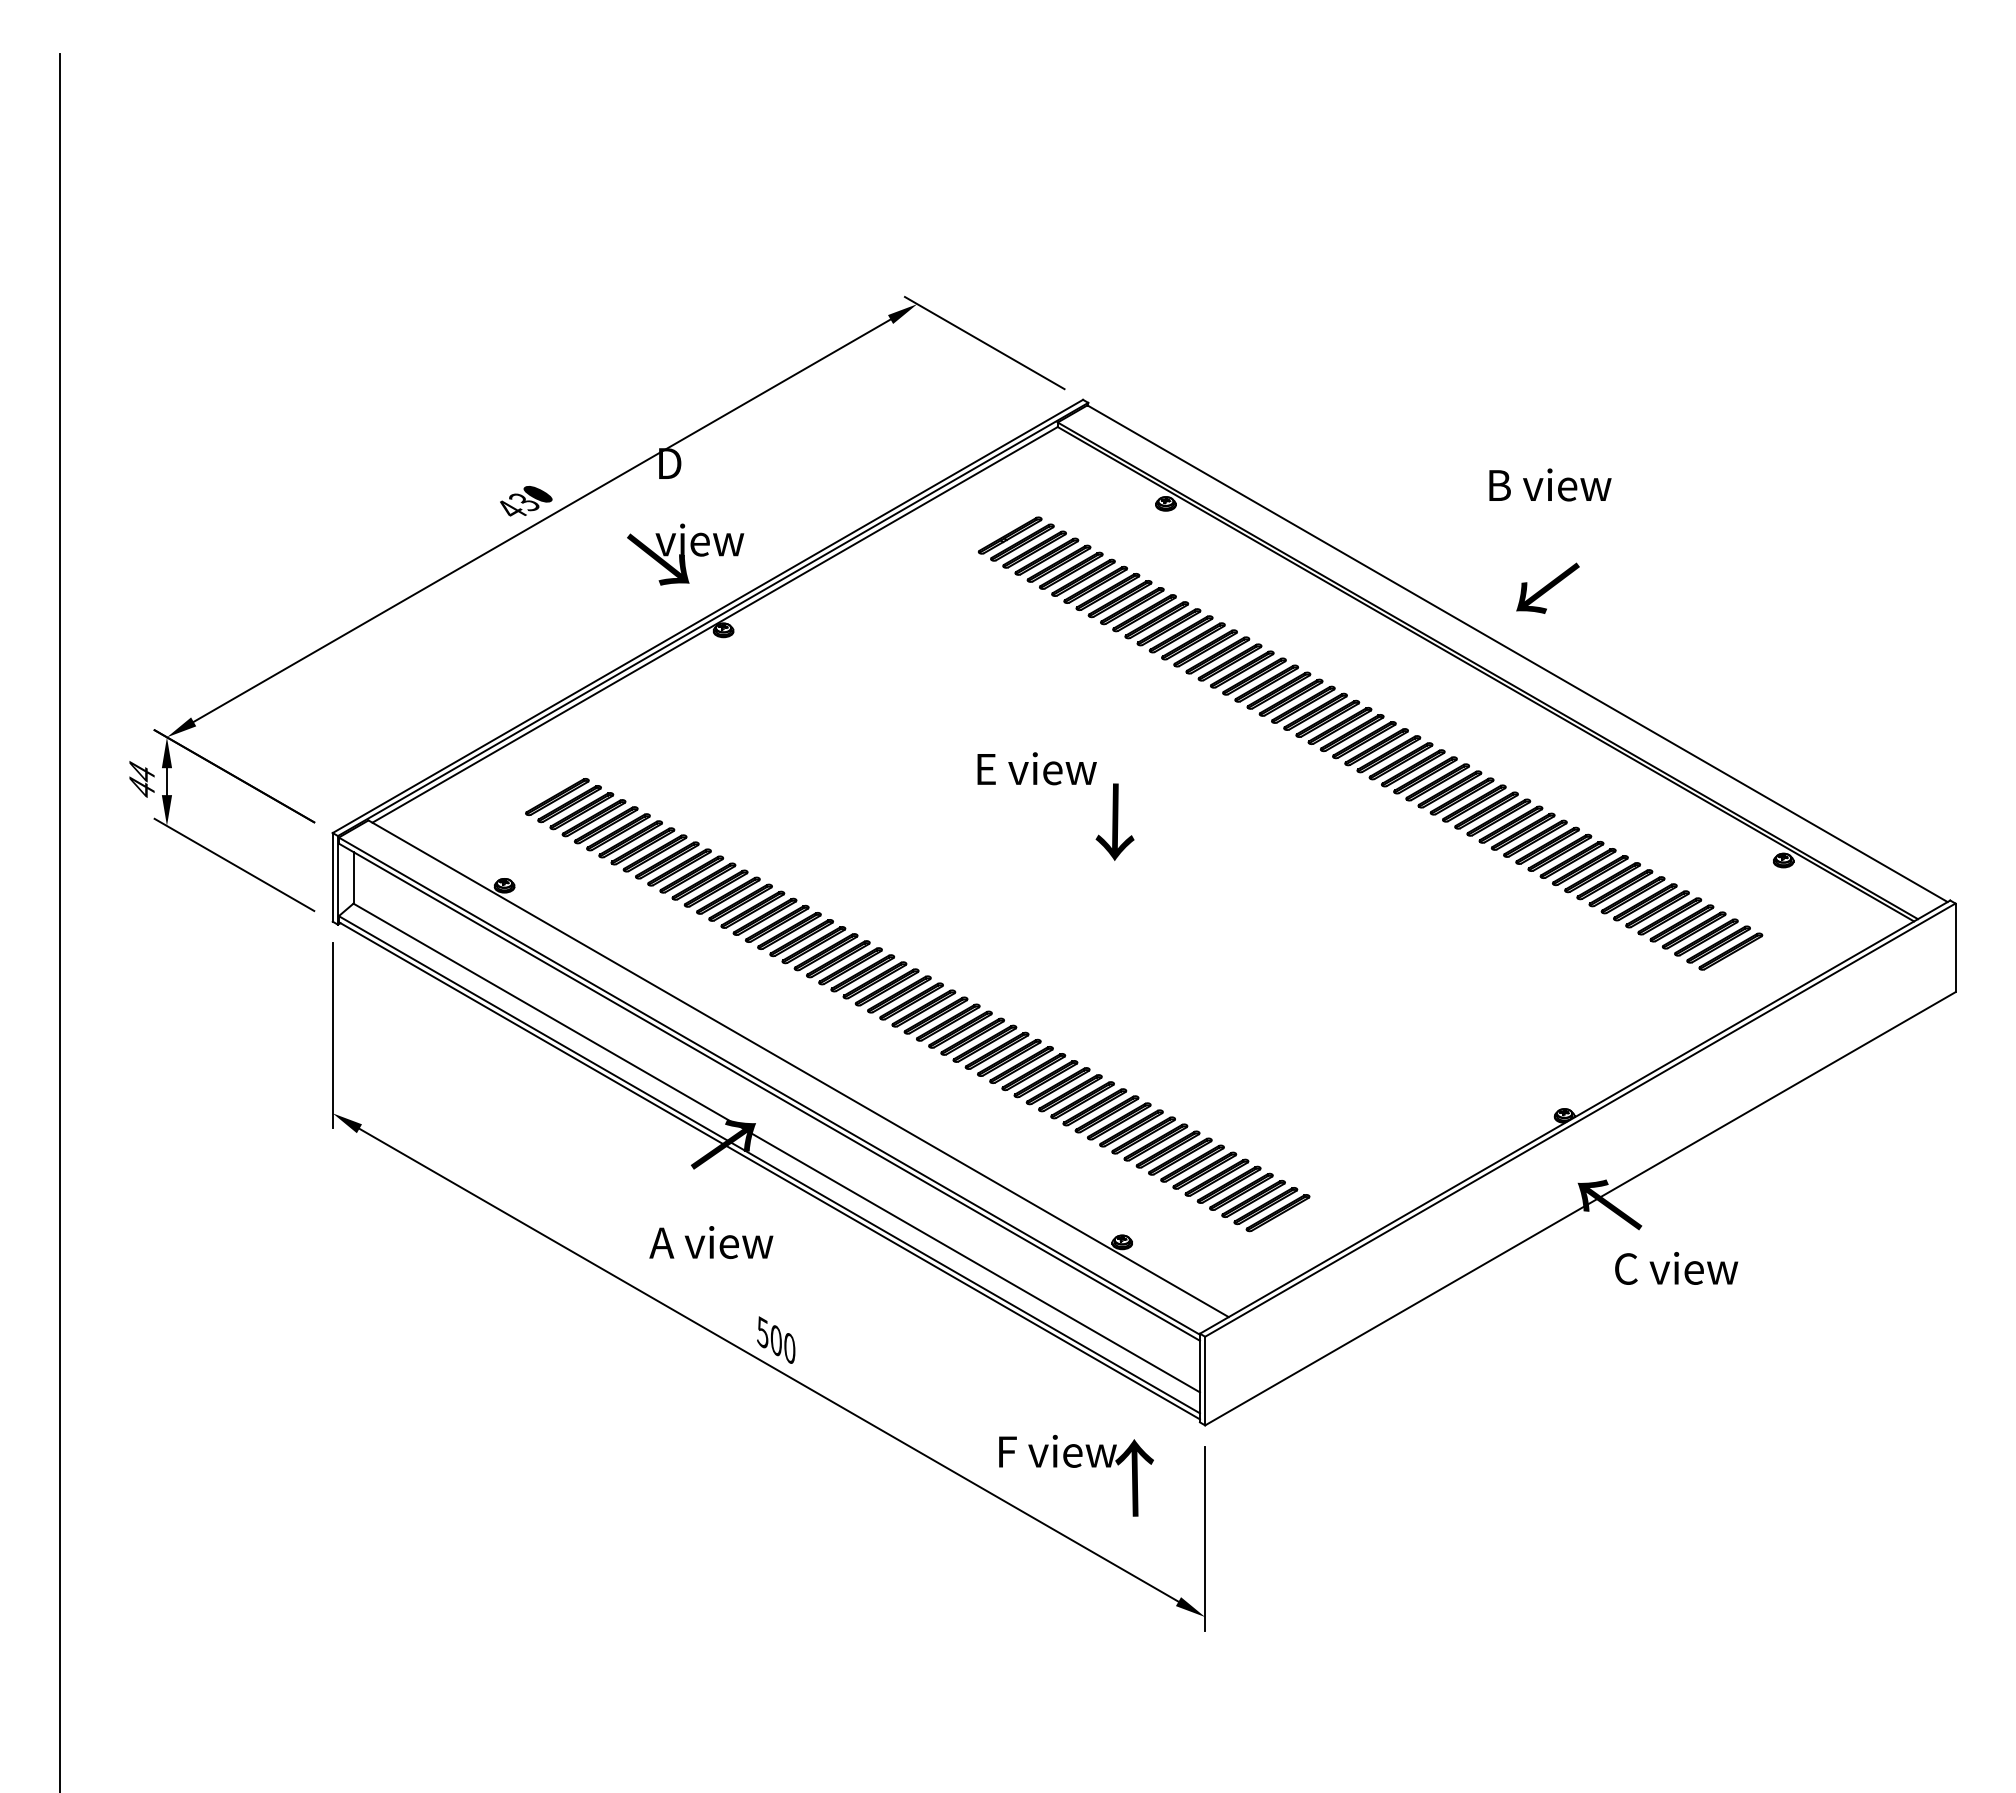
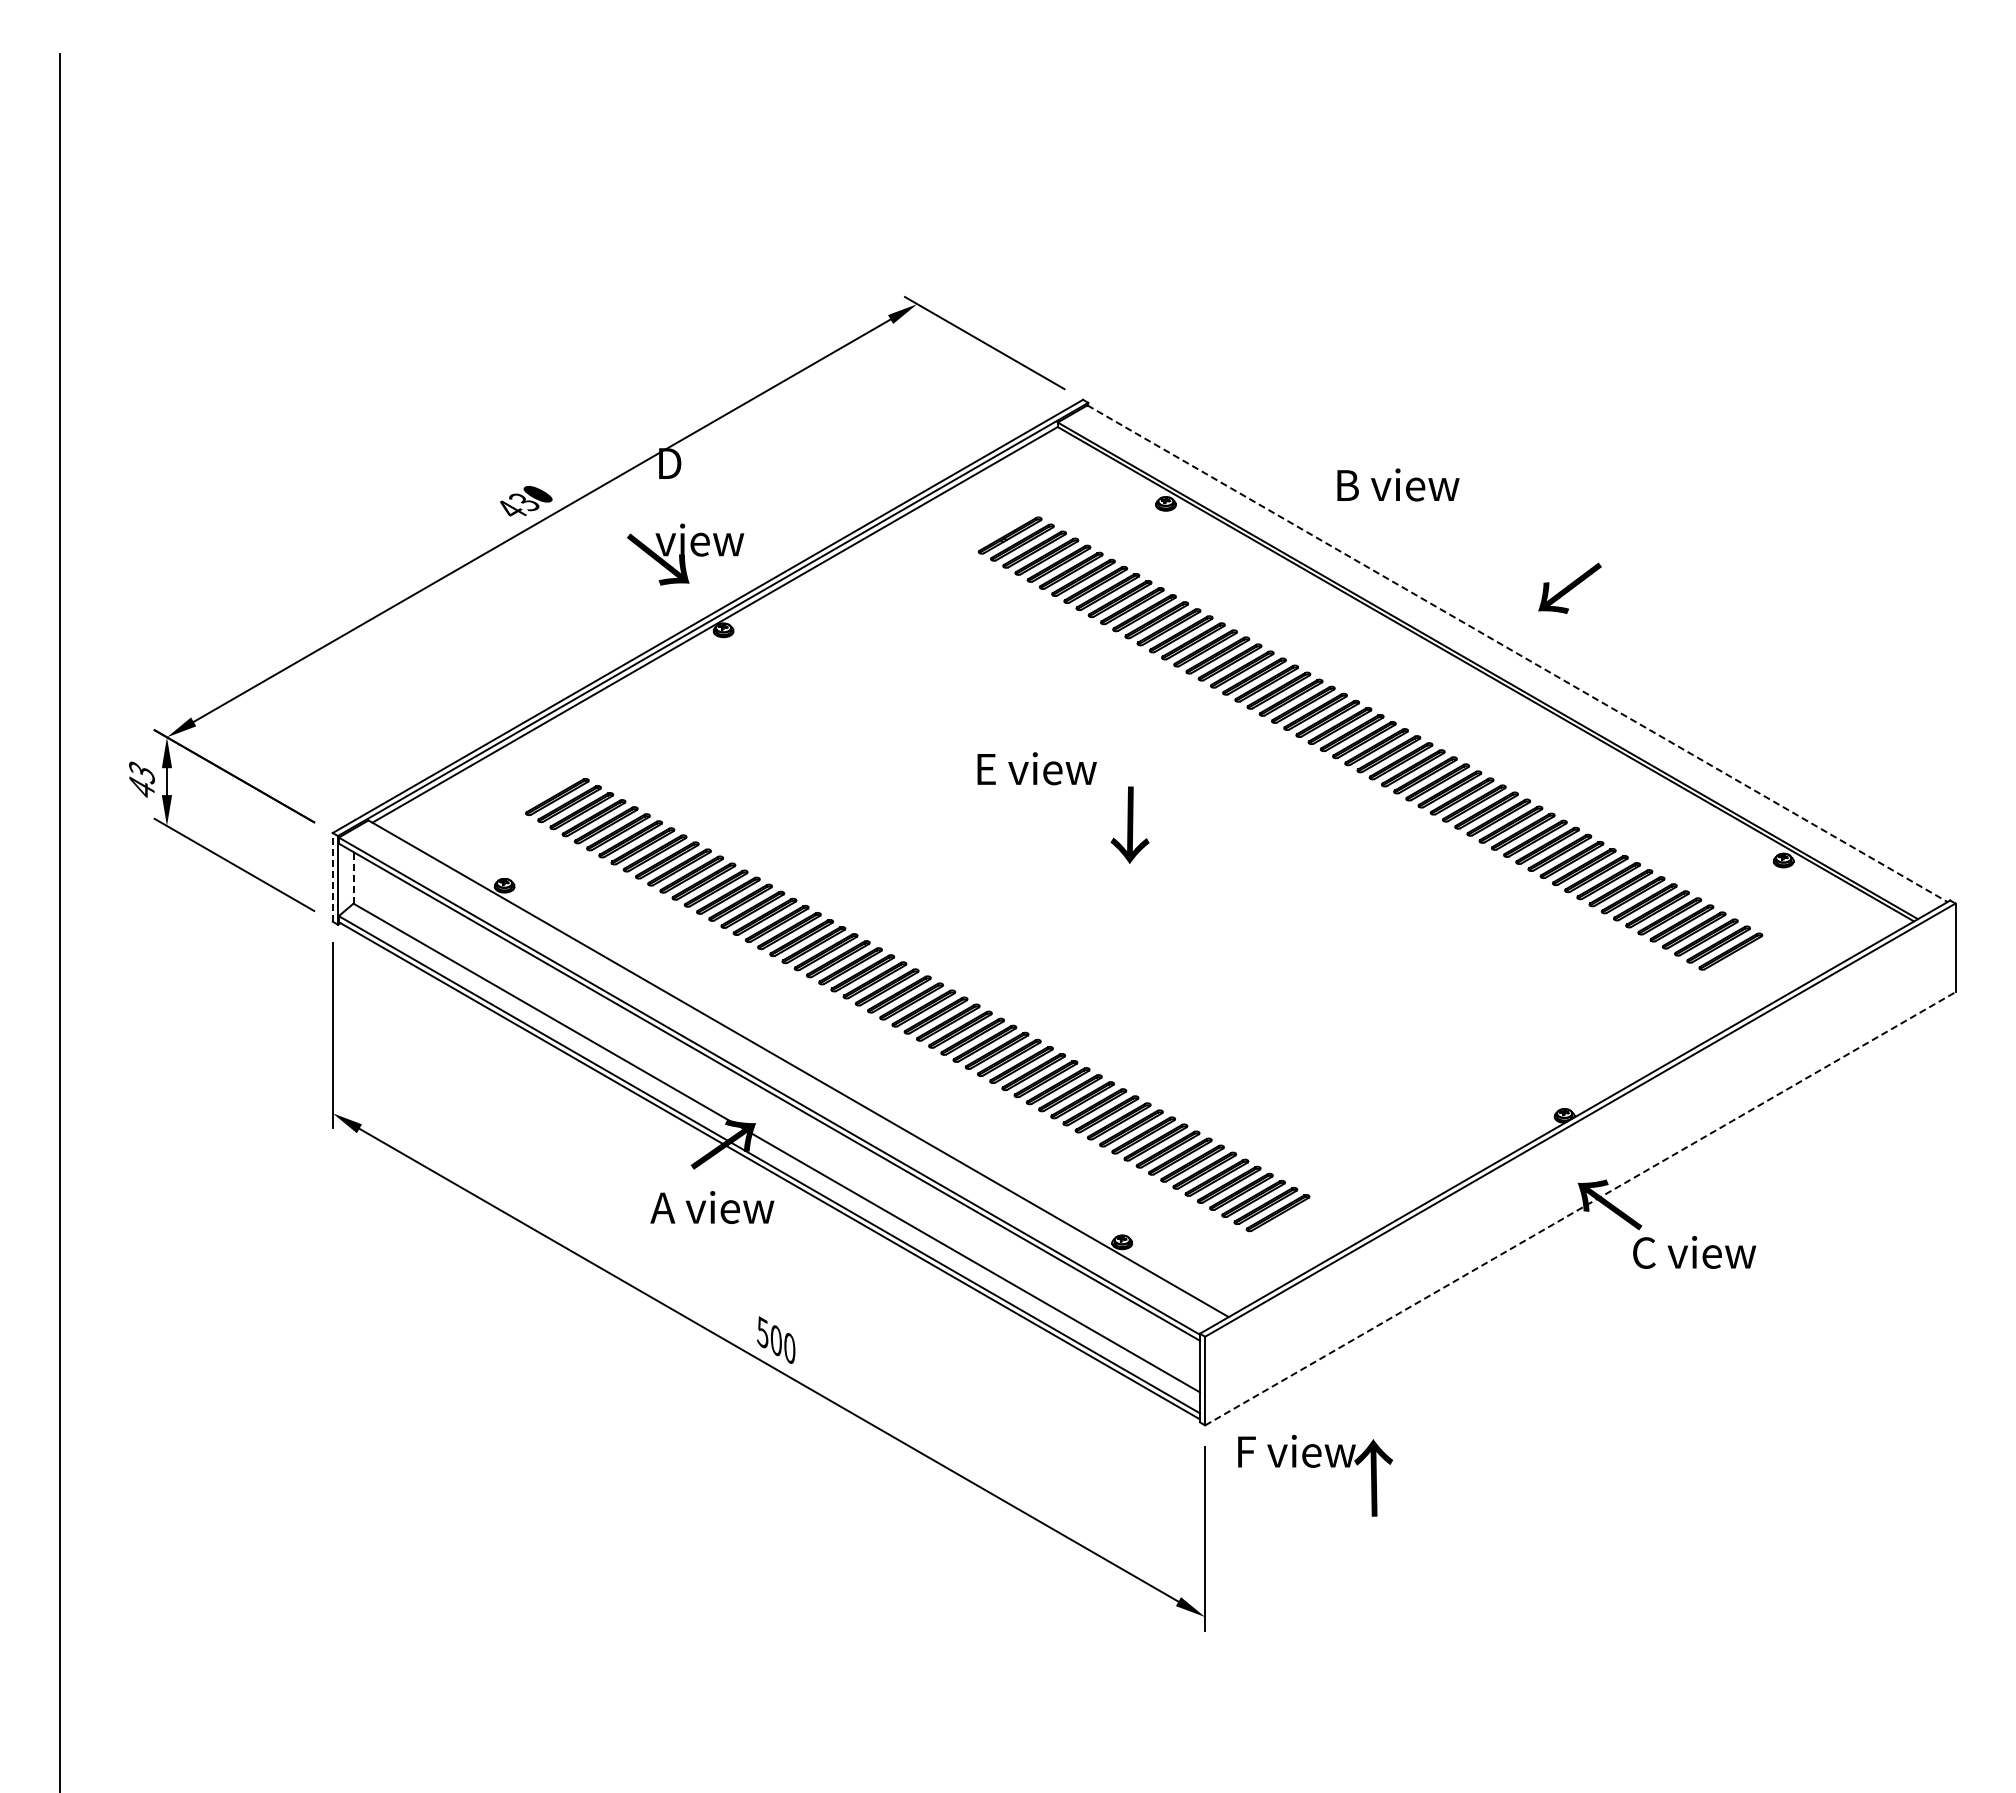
text at (1550, 484) position: (1550, 484) -> (1398, 484)
text at (1547, 587) position: (1547, 587) -> (1569, 587)
line at (1517, 653): solid -> dashed
text at (141, 772): 44 -> 43
text at (1114, 821) position: (1114, 821) -> (1129, 824)
line at (332, 876): solid -> dashed
line at (353, 877): solid -> dashed
line at (1580, 1208): solid -> dashed
text at (711, 1242) position: (711, 1242) -> (712, 1207)
text at (1676, 1268) position: (1676, 1268) -> (1694, 1252)
text at (1076, 1475) position: (1076, 1475) -> (1315, 1475)
